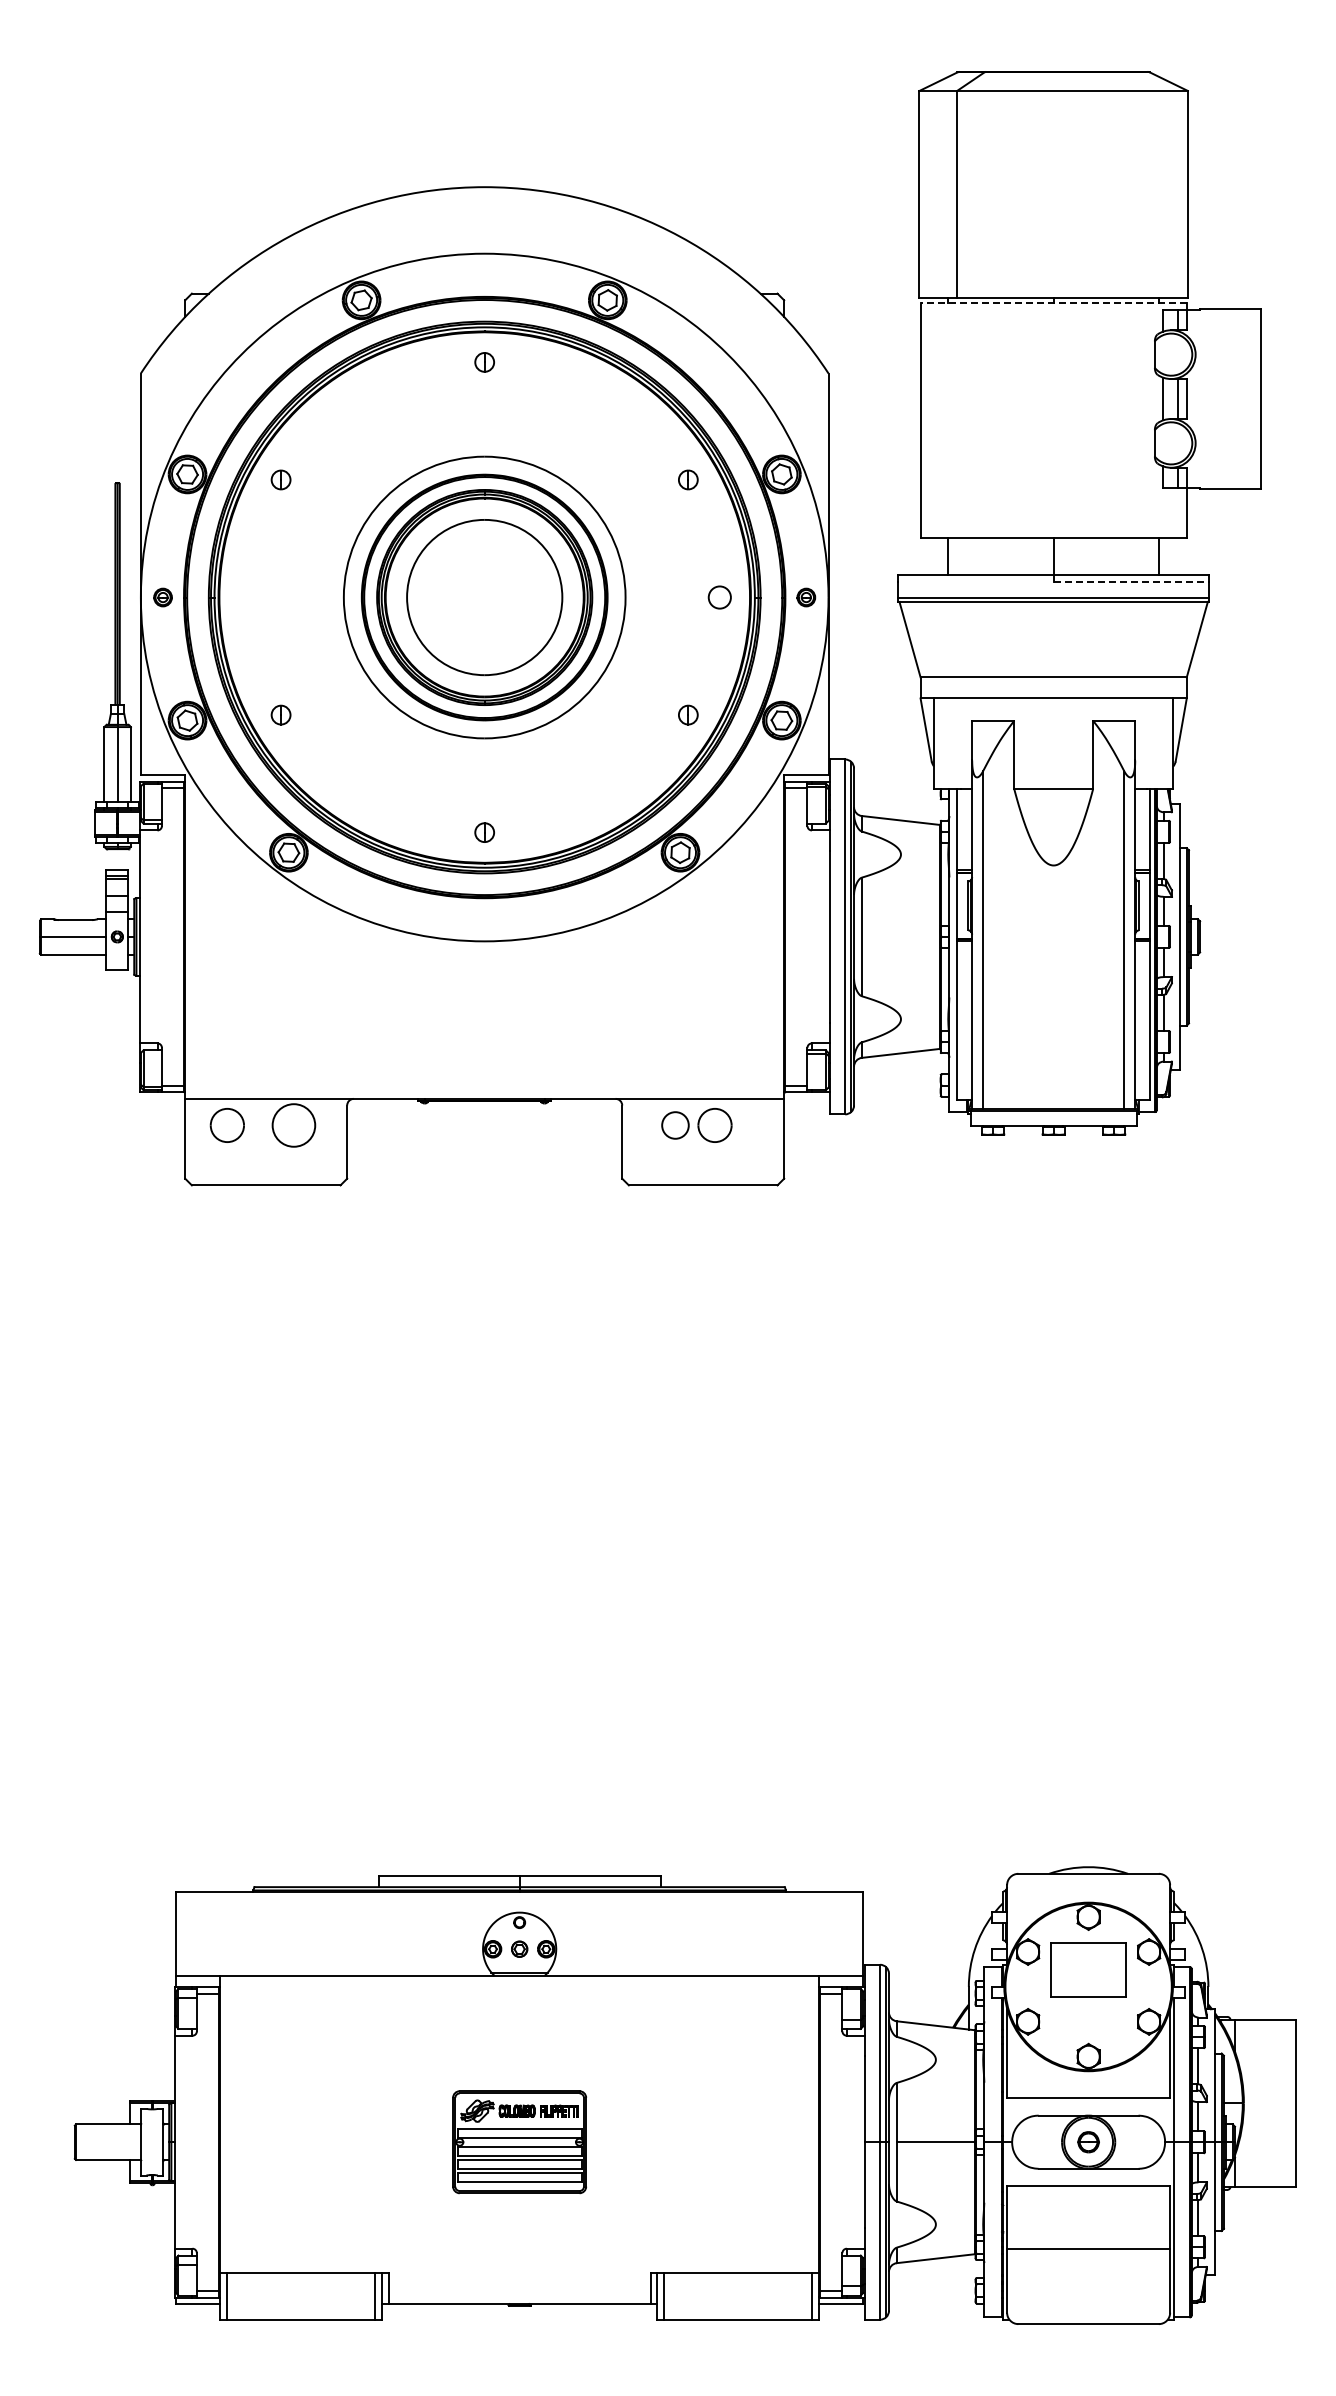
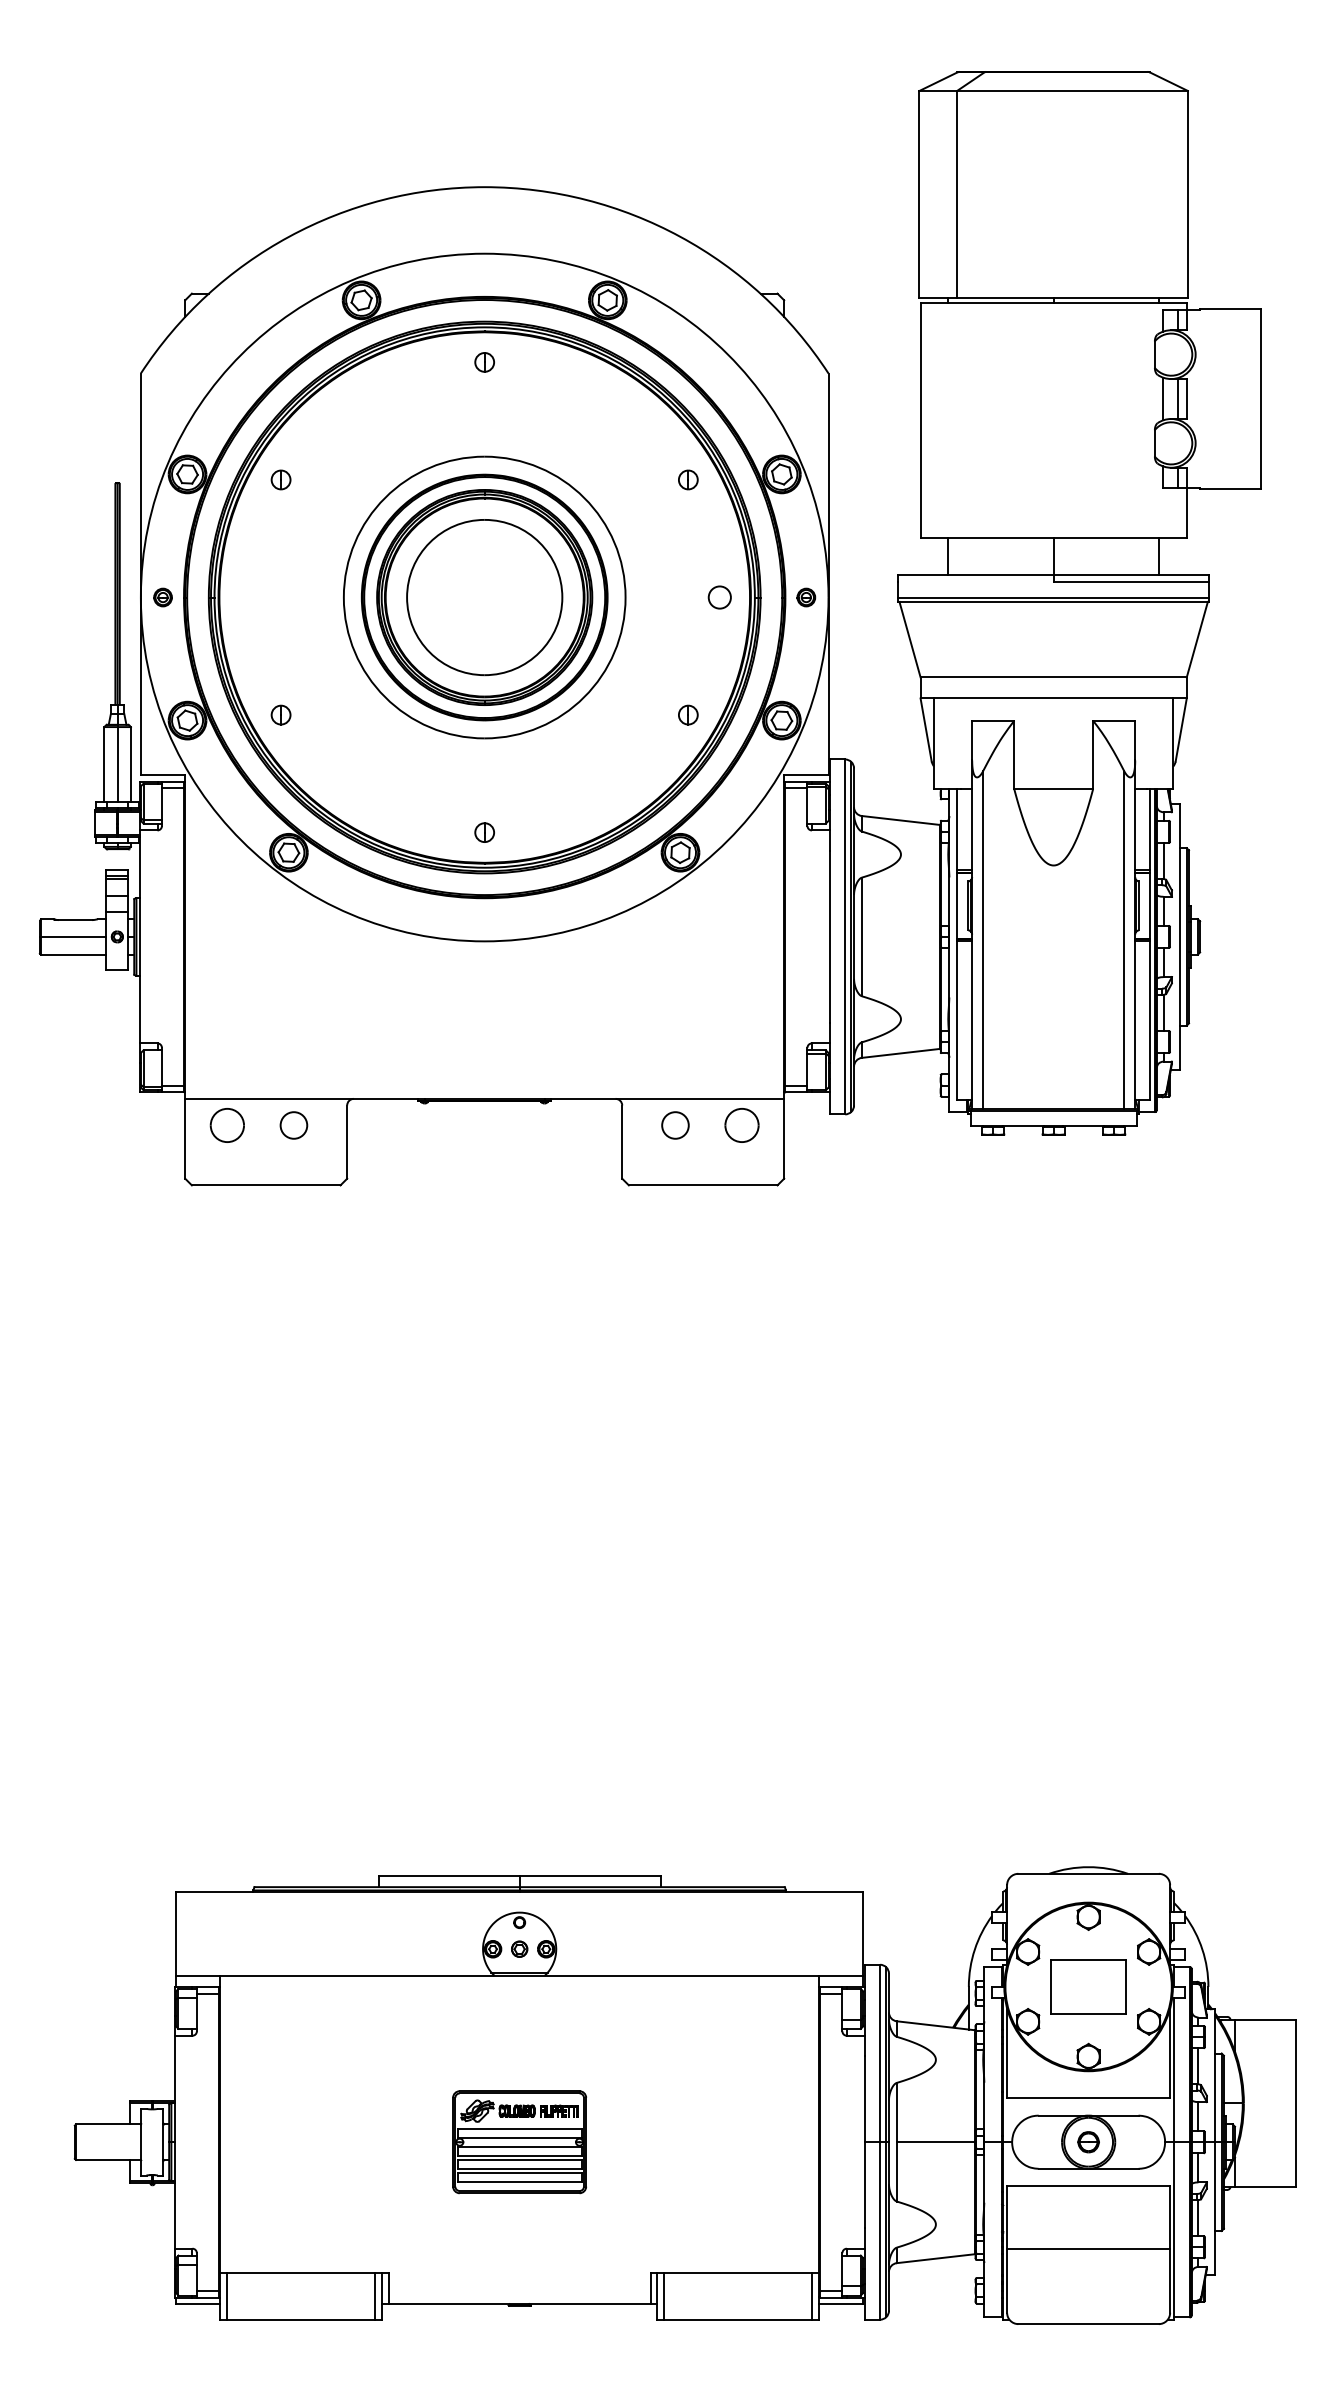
line at (1053, 302): dashed -> solid
line at (1131, 582): dashed -> solid
circle at (293, 1125) diameter: 43 px -> 27 px
part at (714, 1125) position: (714, 1125) -> (741, 1125)
part at (1088, 1969) position: (1088, 1969) -> (1088, 1986)
